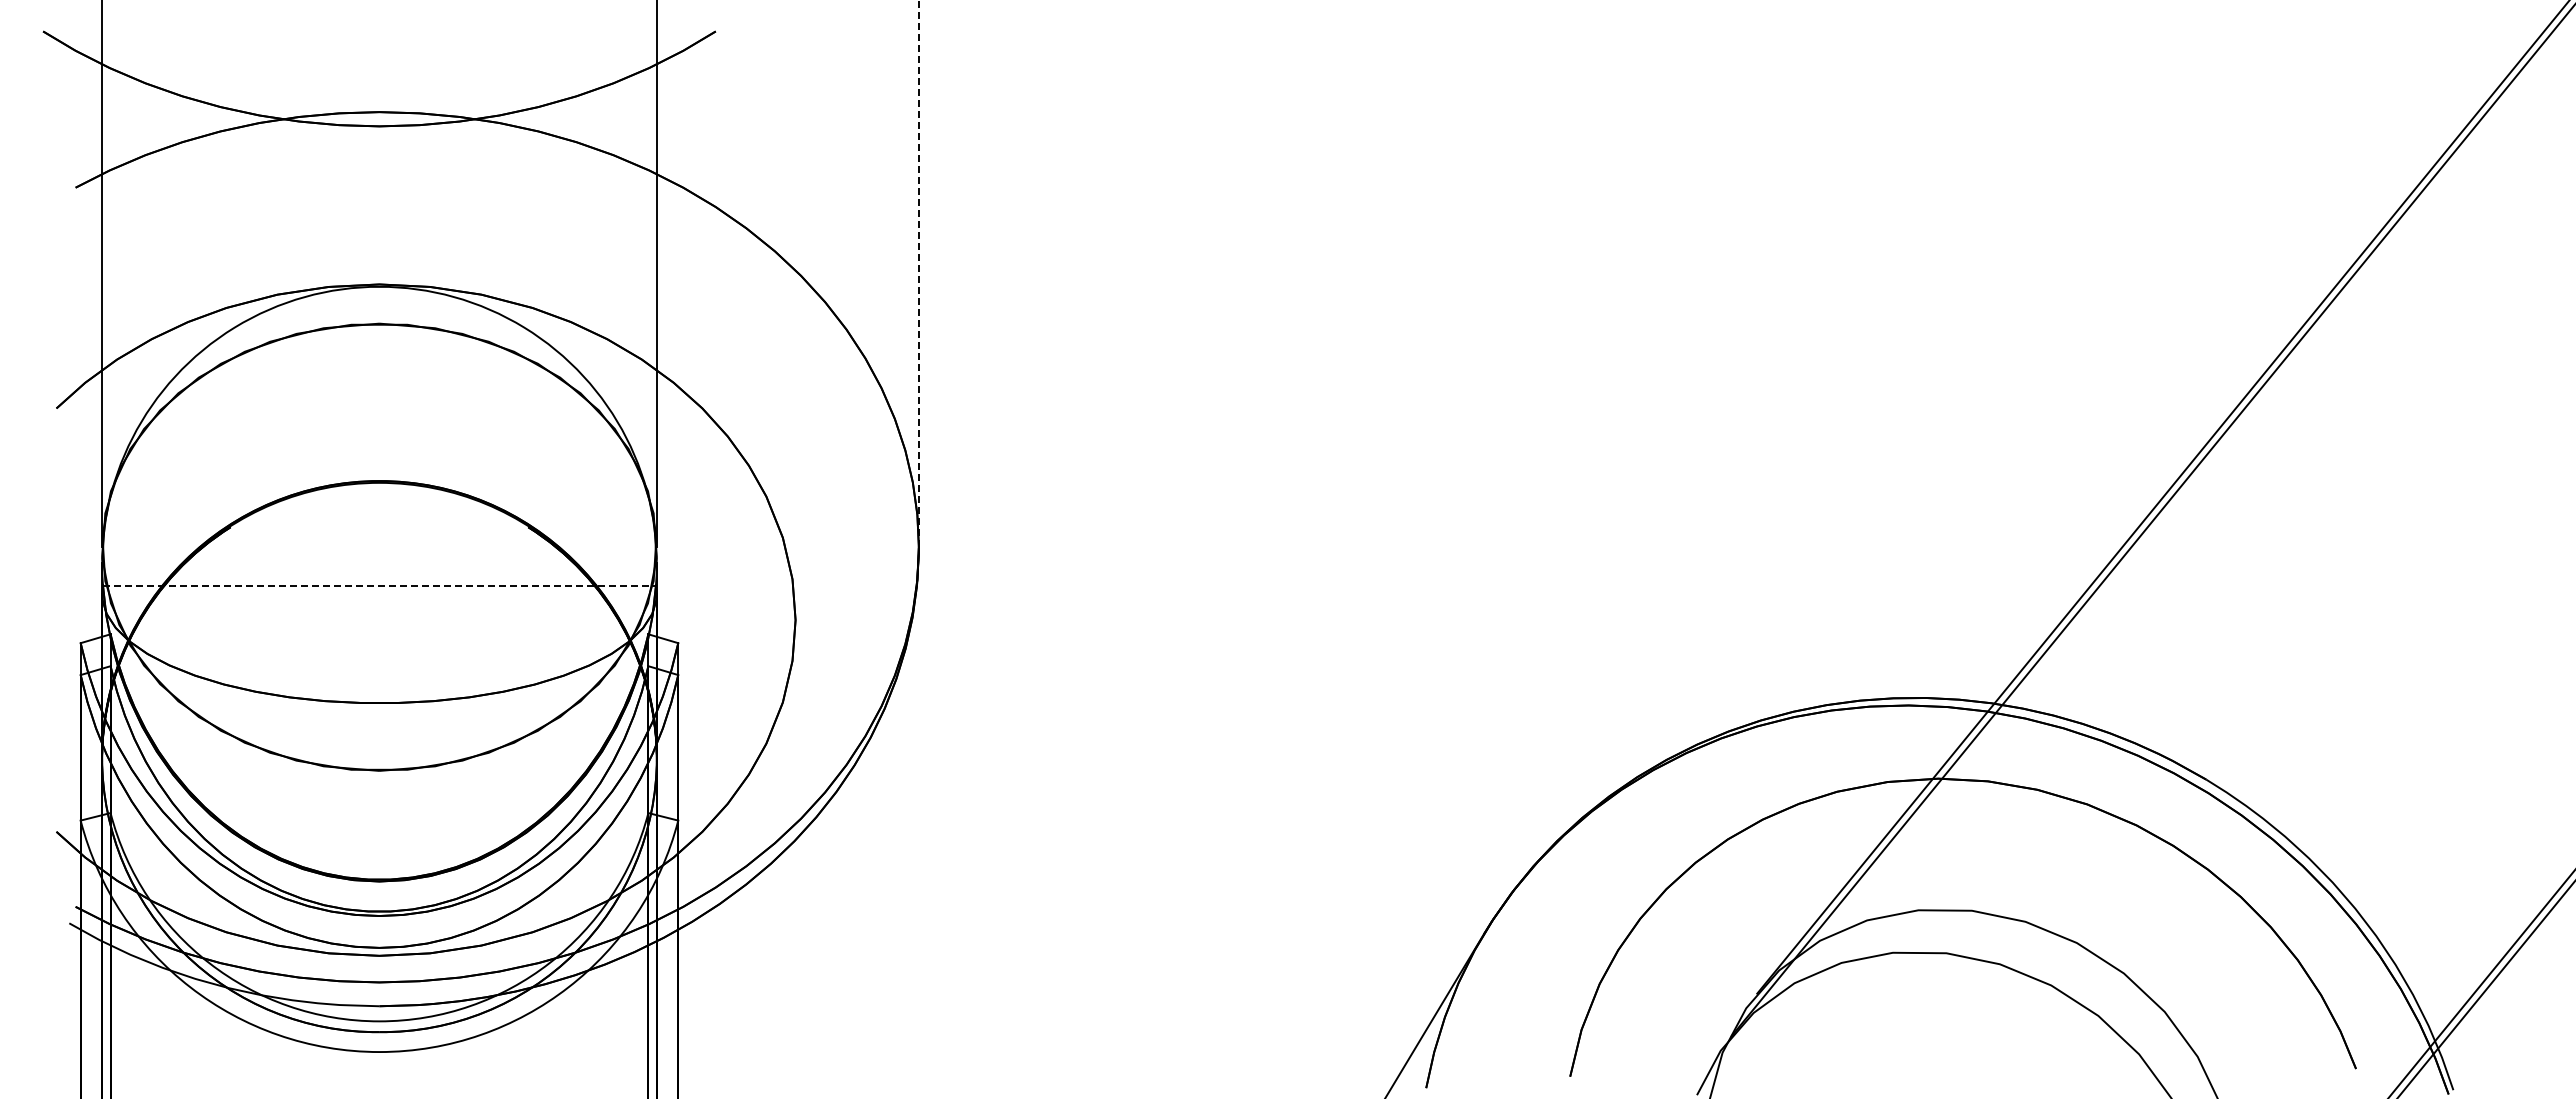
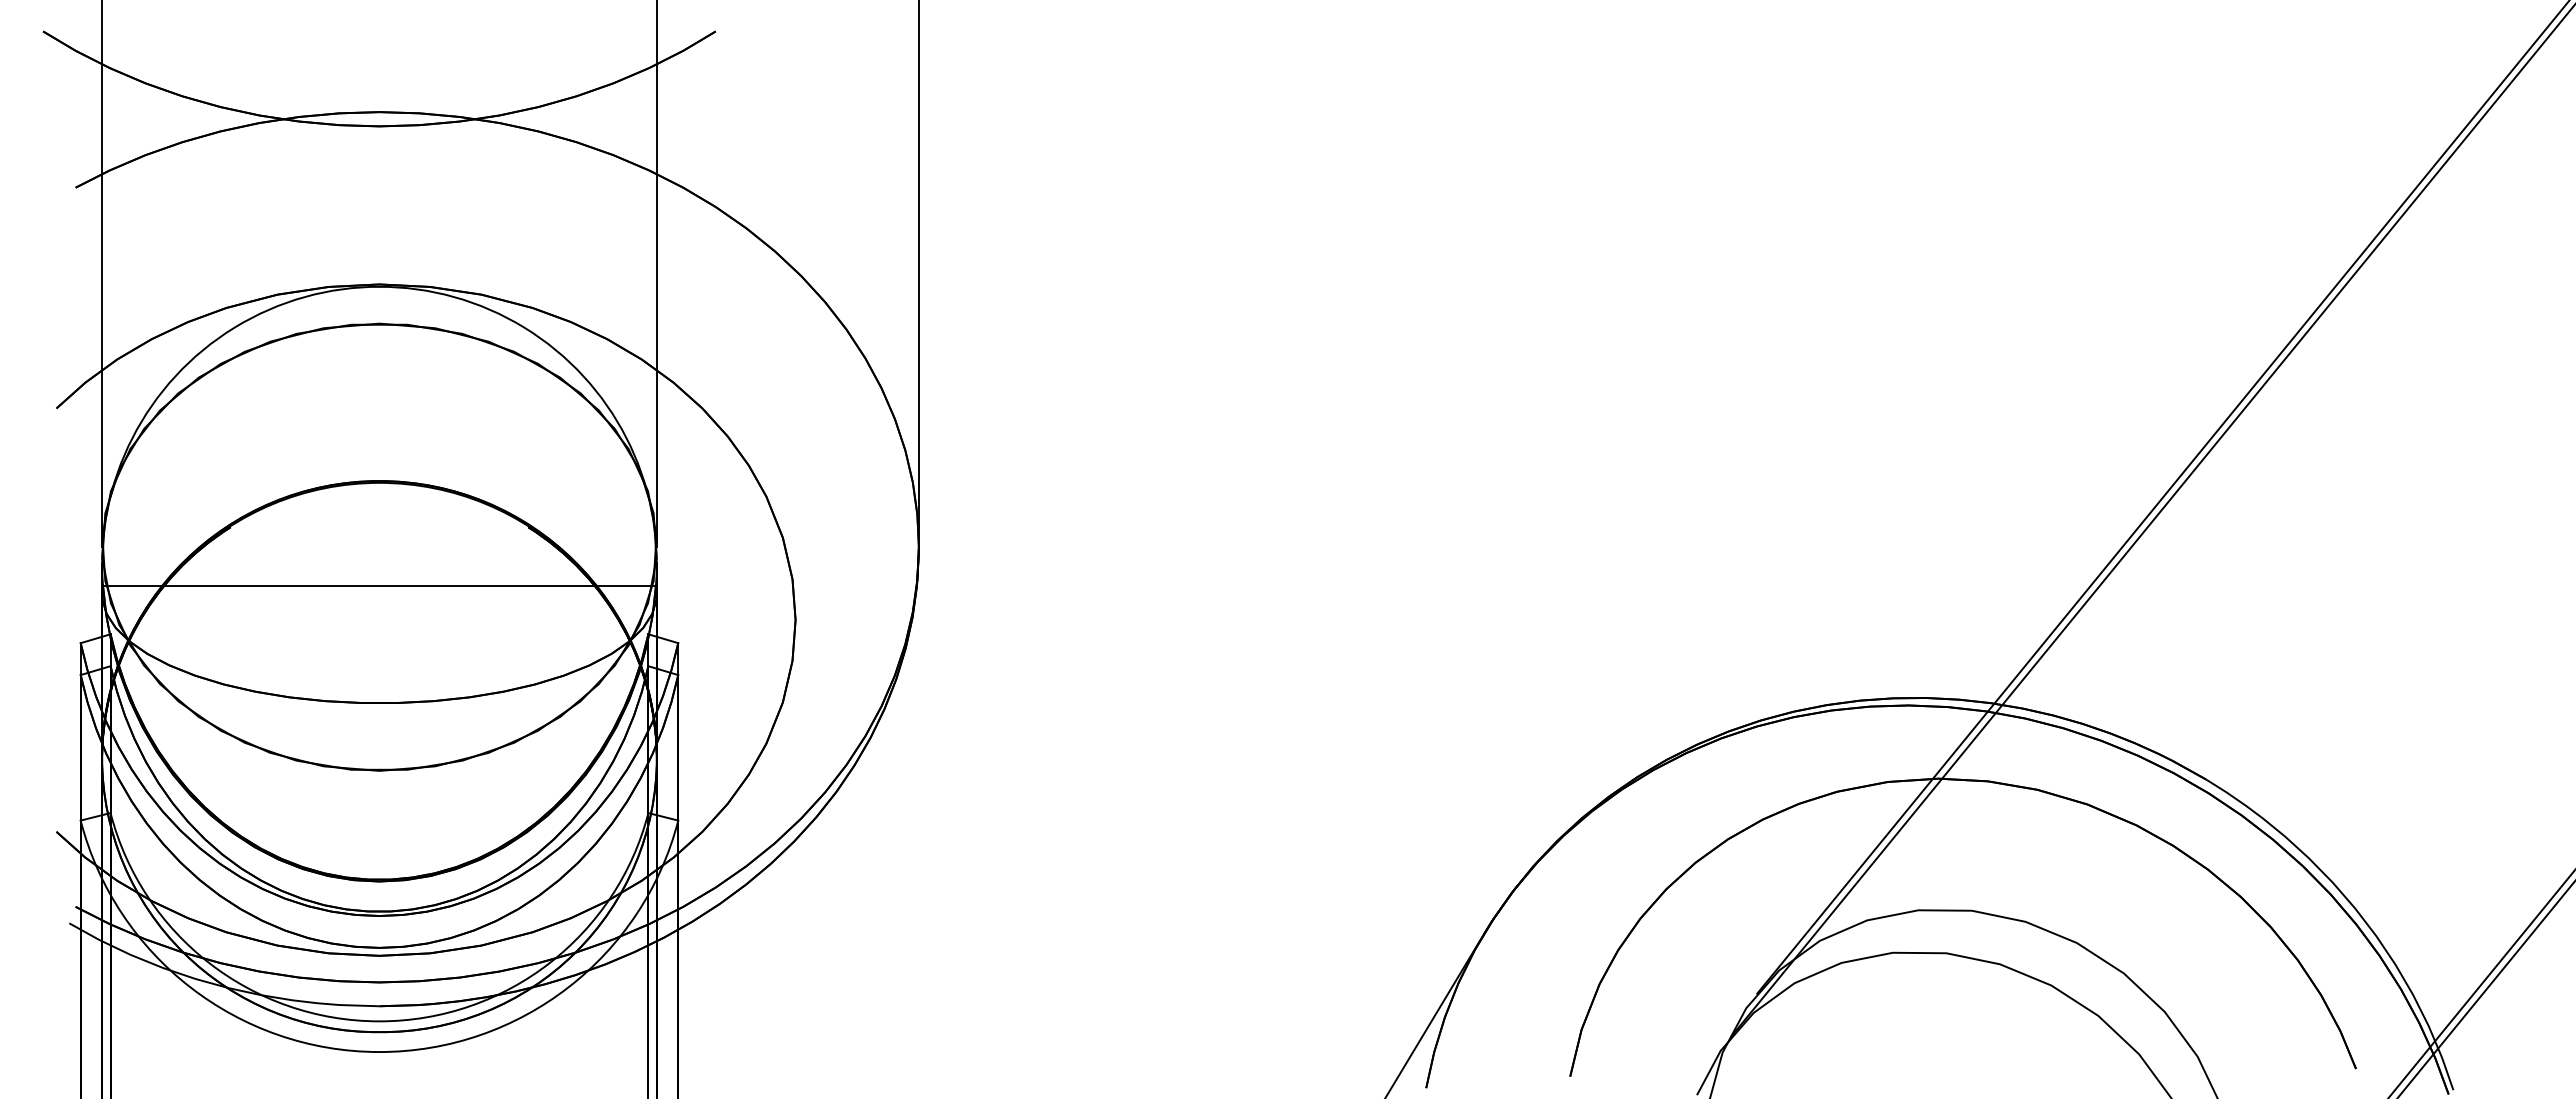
line at (918, 273): dashed -> solid
line at (379, 585): dashed -> solid
